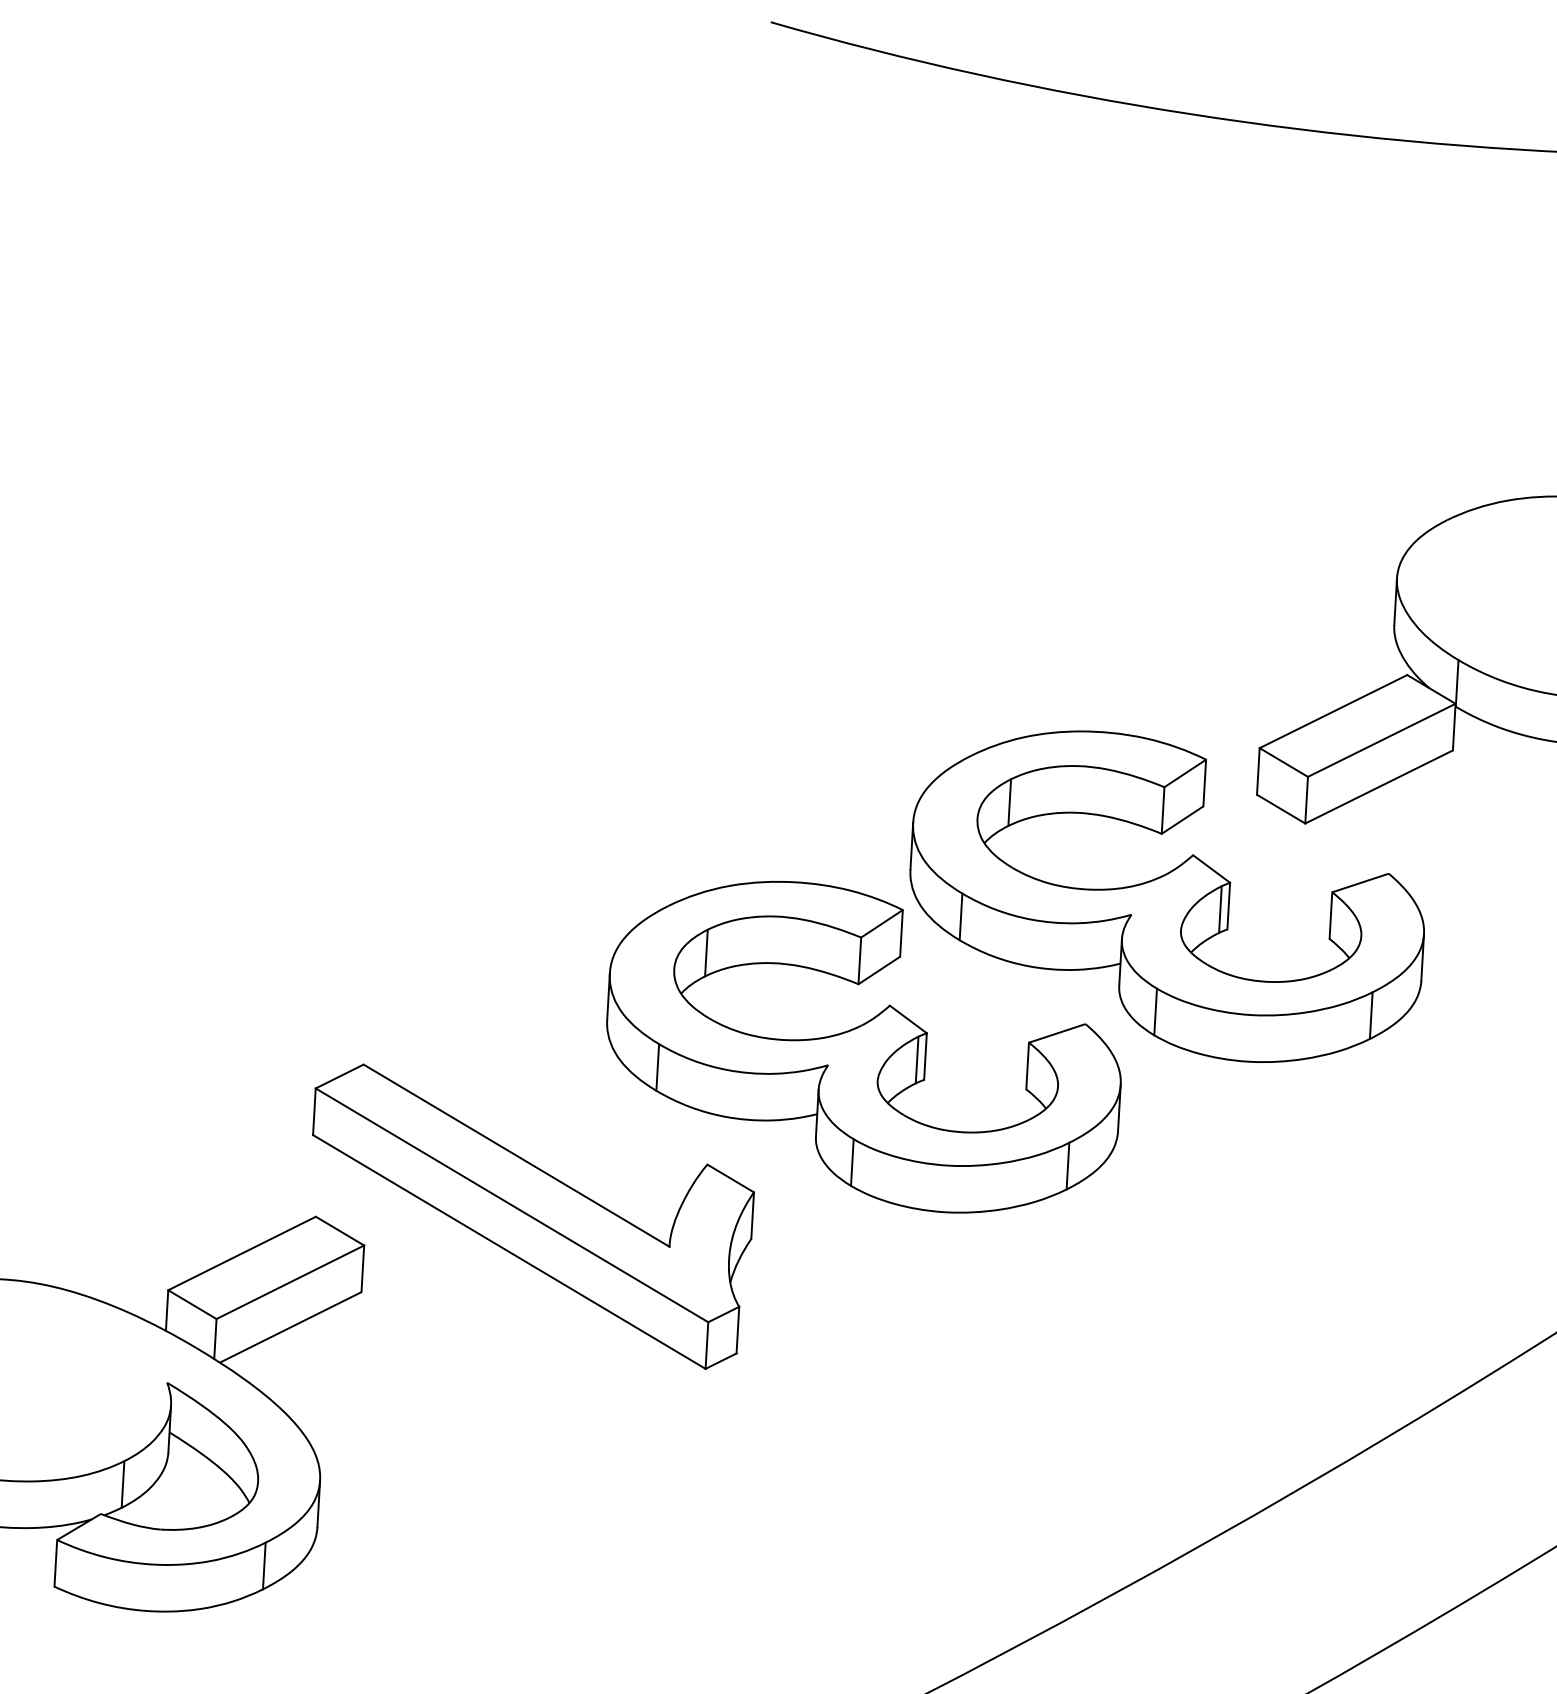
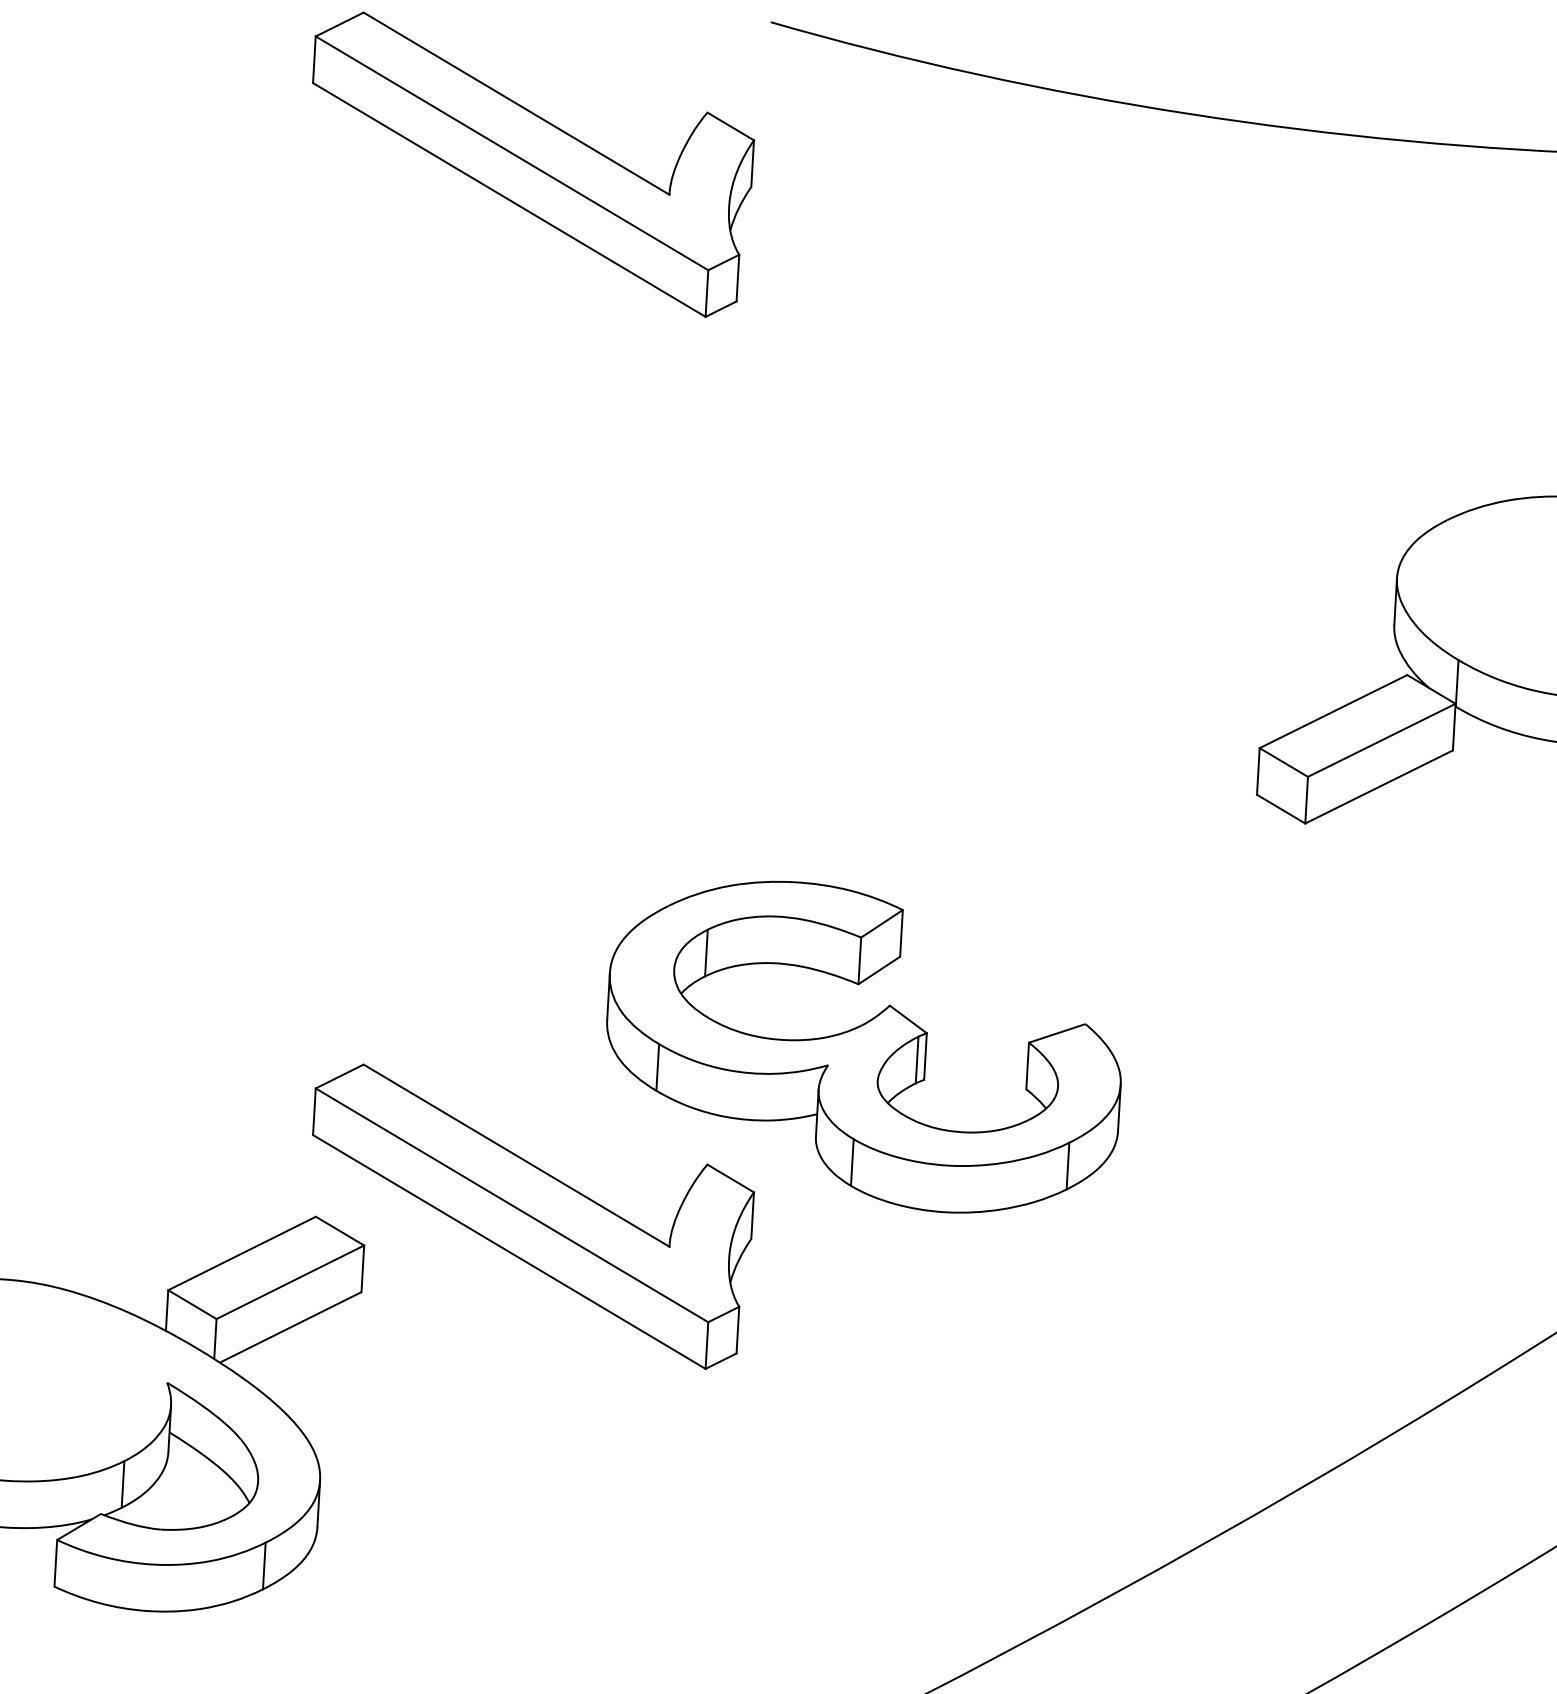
part at (533, 164): none -> present
part at (1166, 896): present -> none
